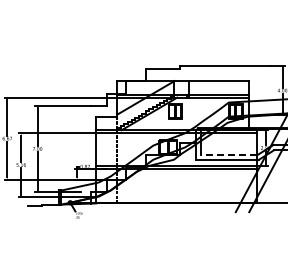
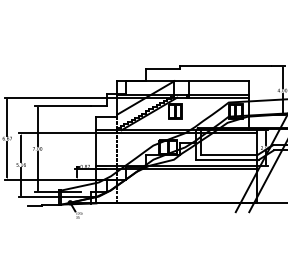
line at (228, 155): dashed -> solid
